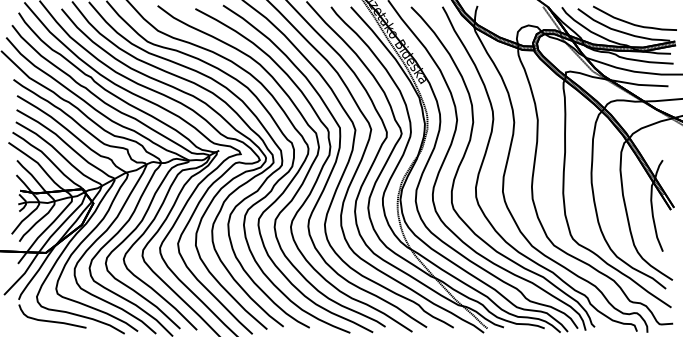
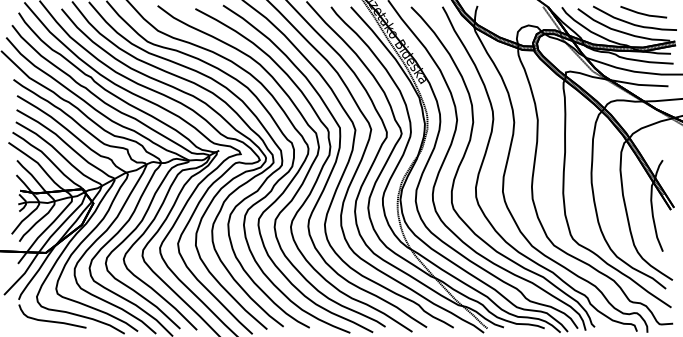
line at (643, 13): none -> present
